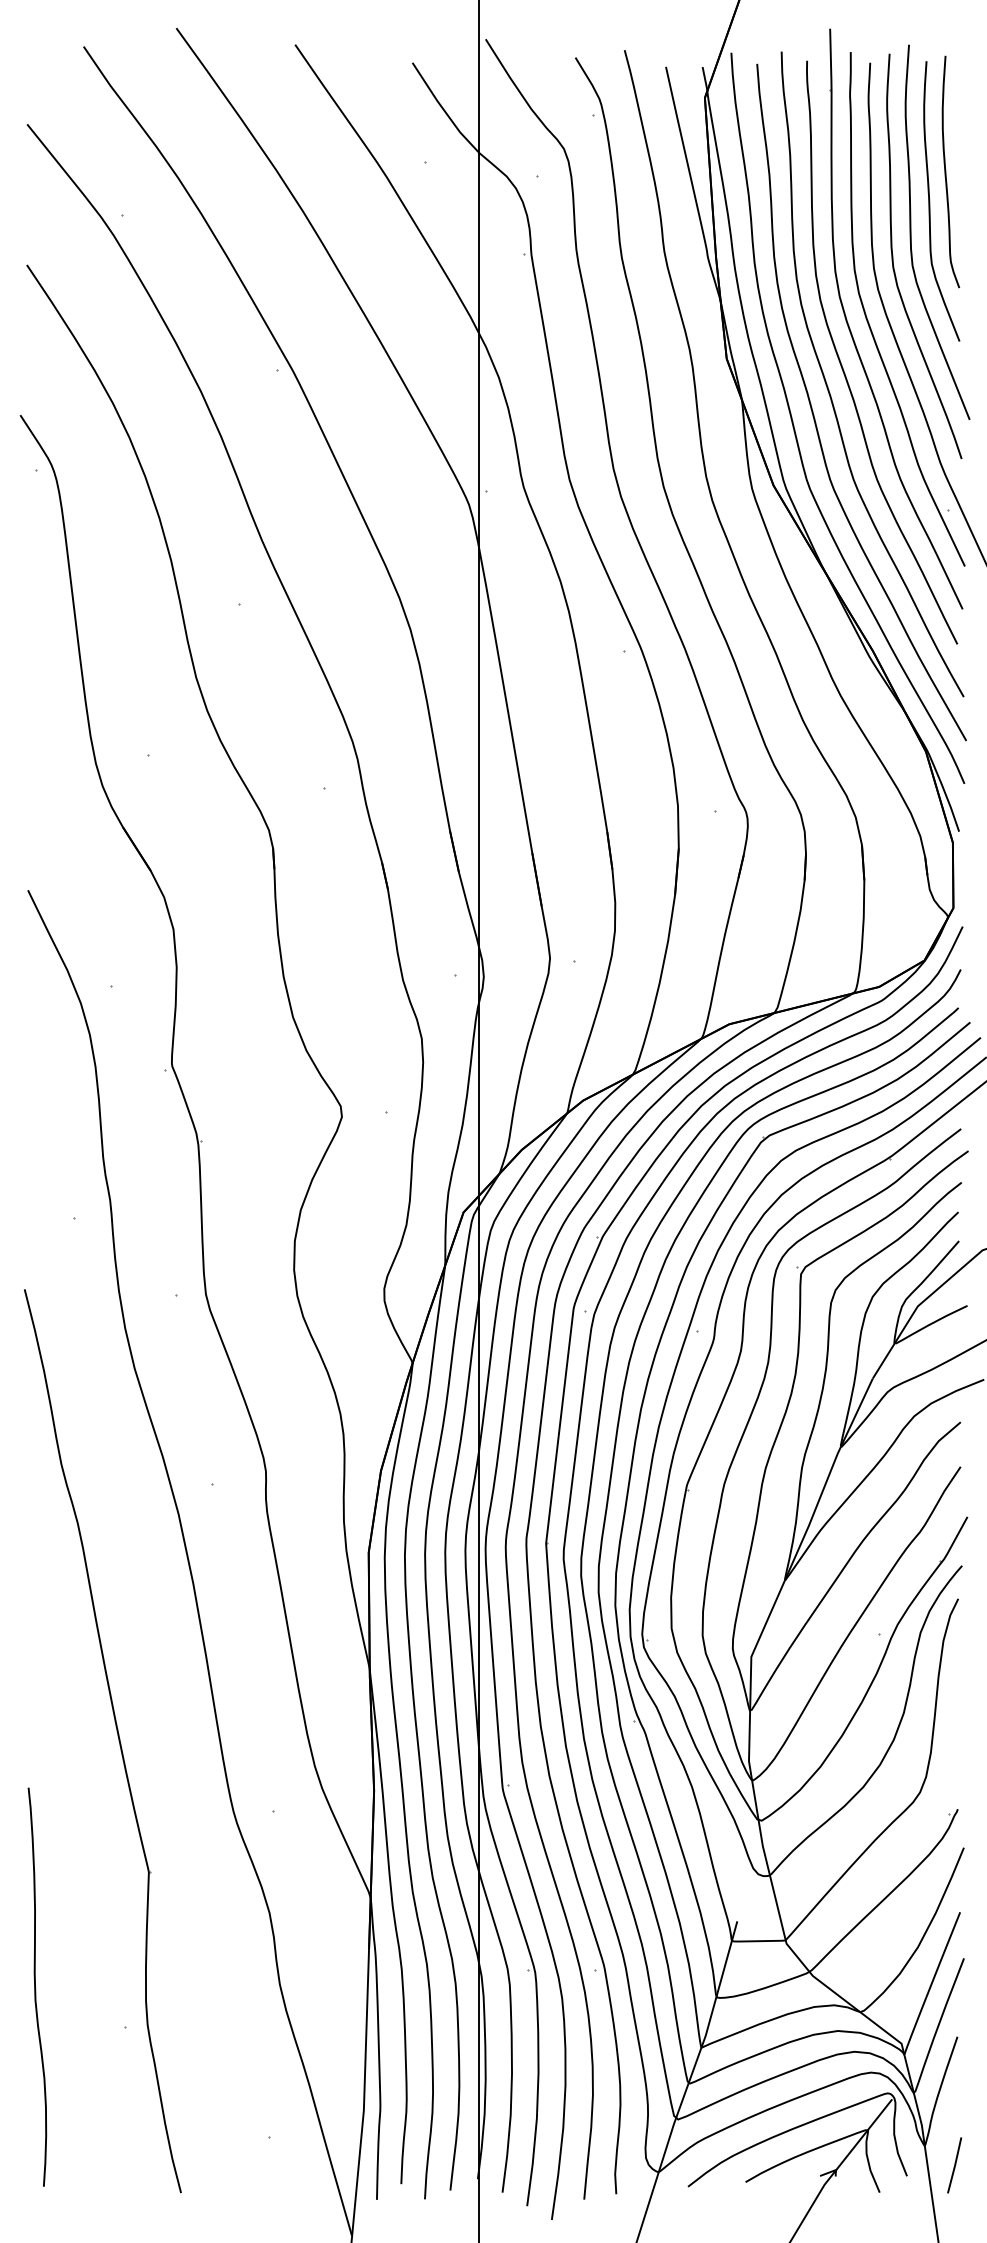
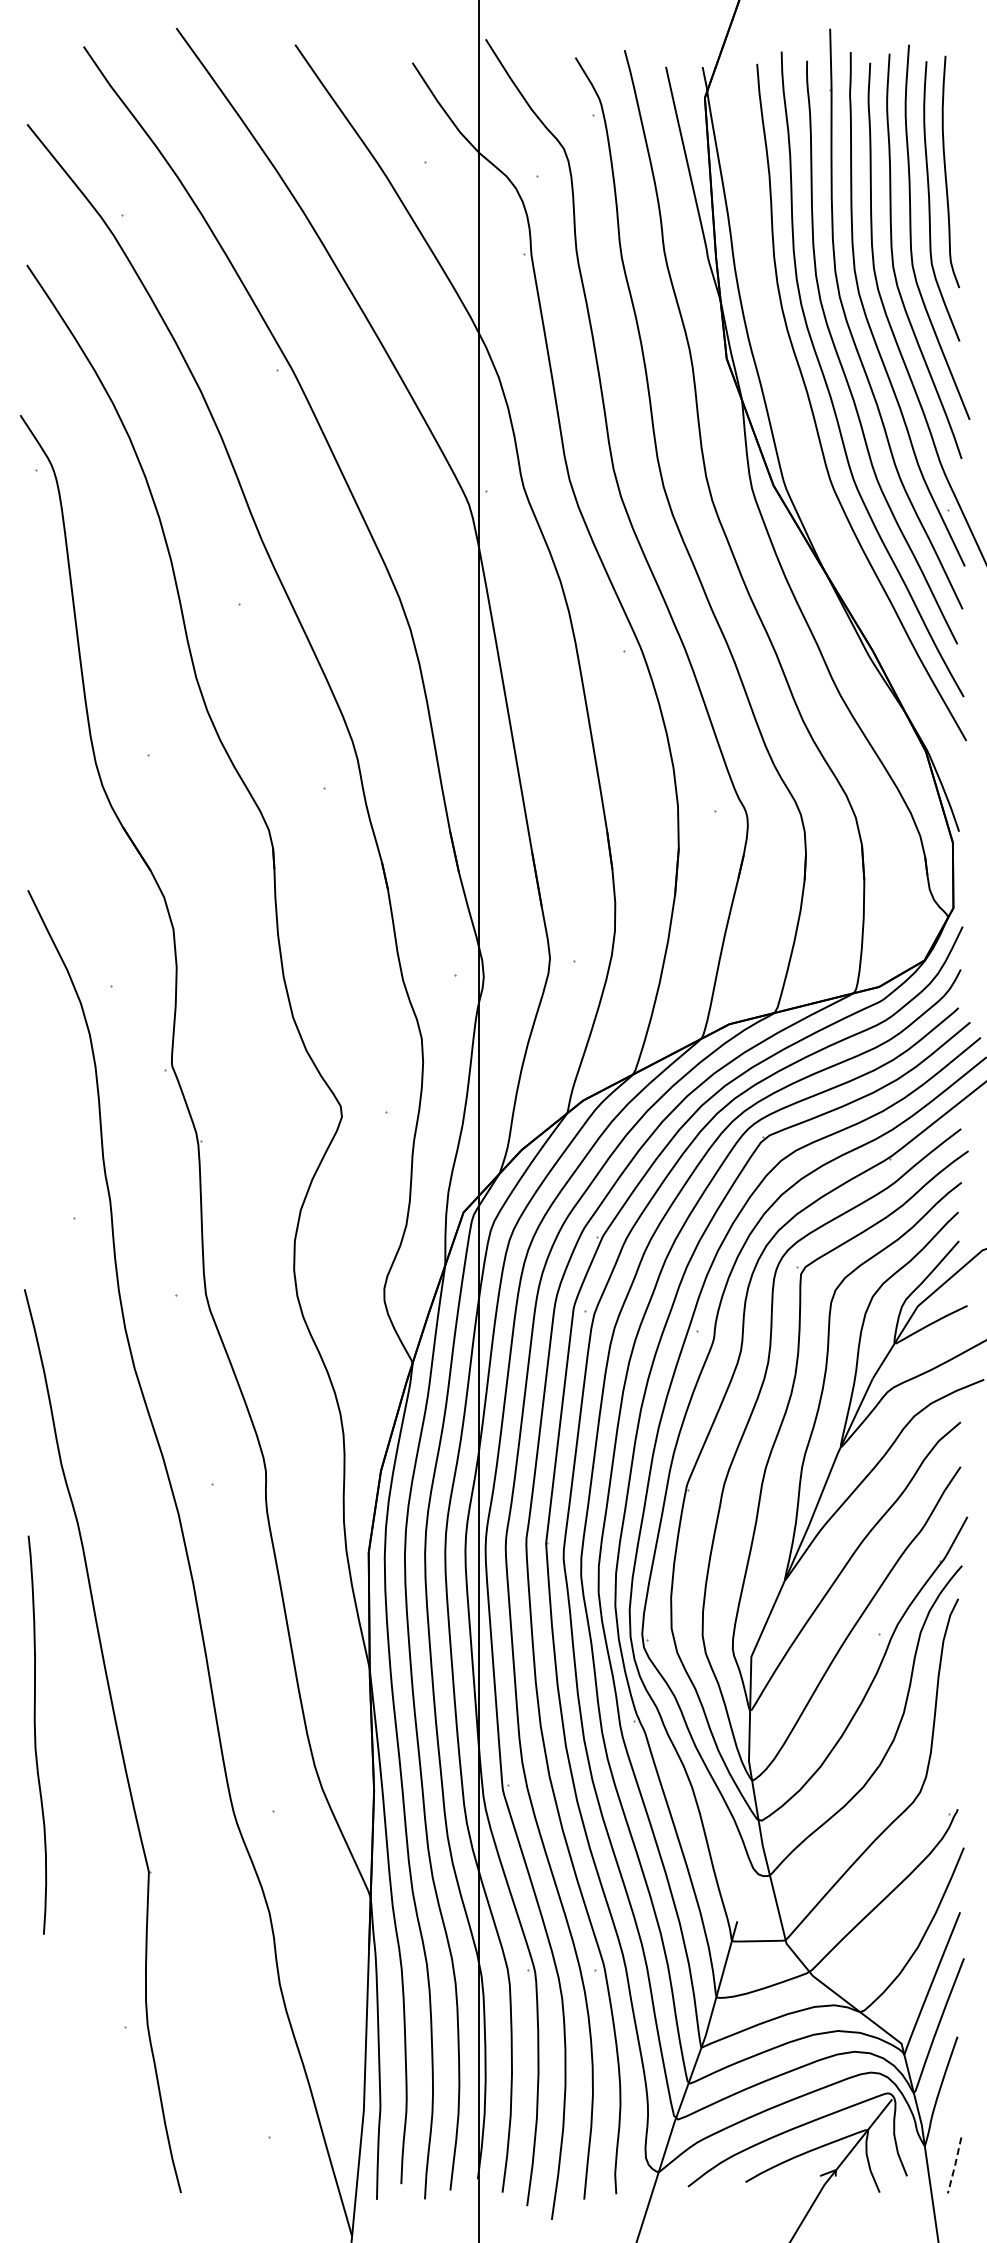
curve at (795, 429): present -> none
curve at (35, 1986) position: (35, 1986) -> (35, 1734)
line at (955, 2165): solid -> dashed
